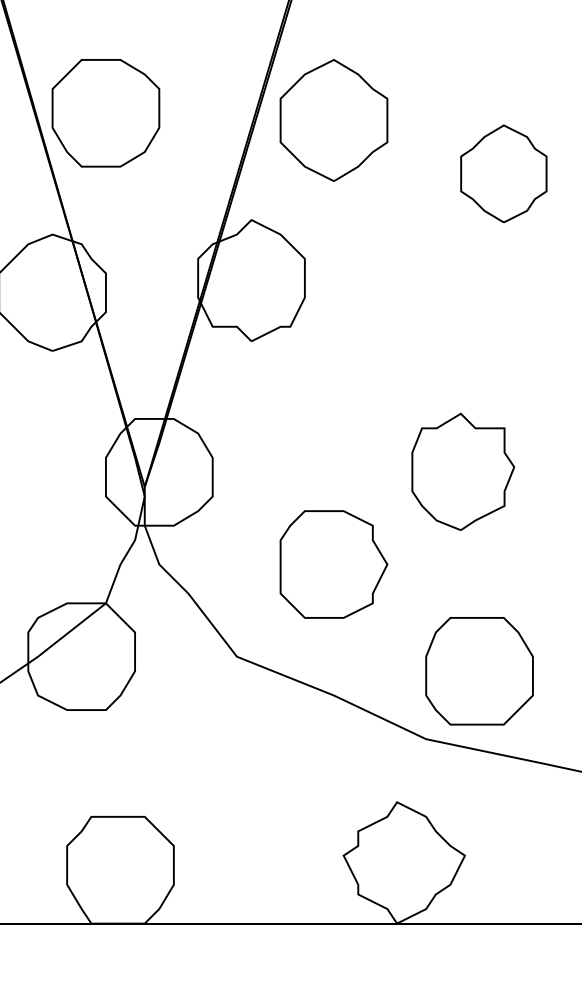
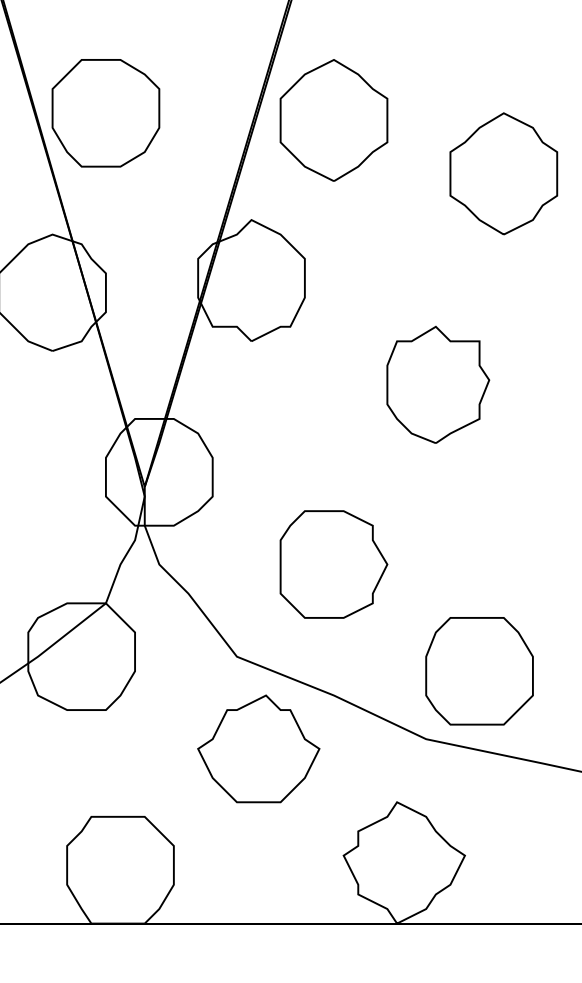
part at (503, 173) size: 88x100 px -> 110x124 px
part at (463, 471) position: (463, 471) -> (438, 384)
part at (258, 748): none -> present
